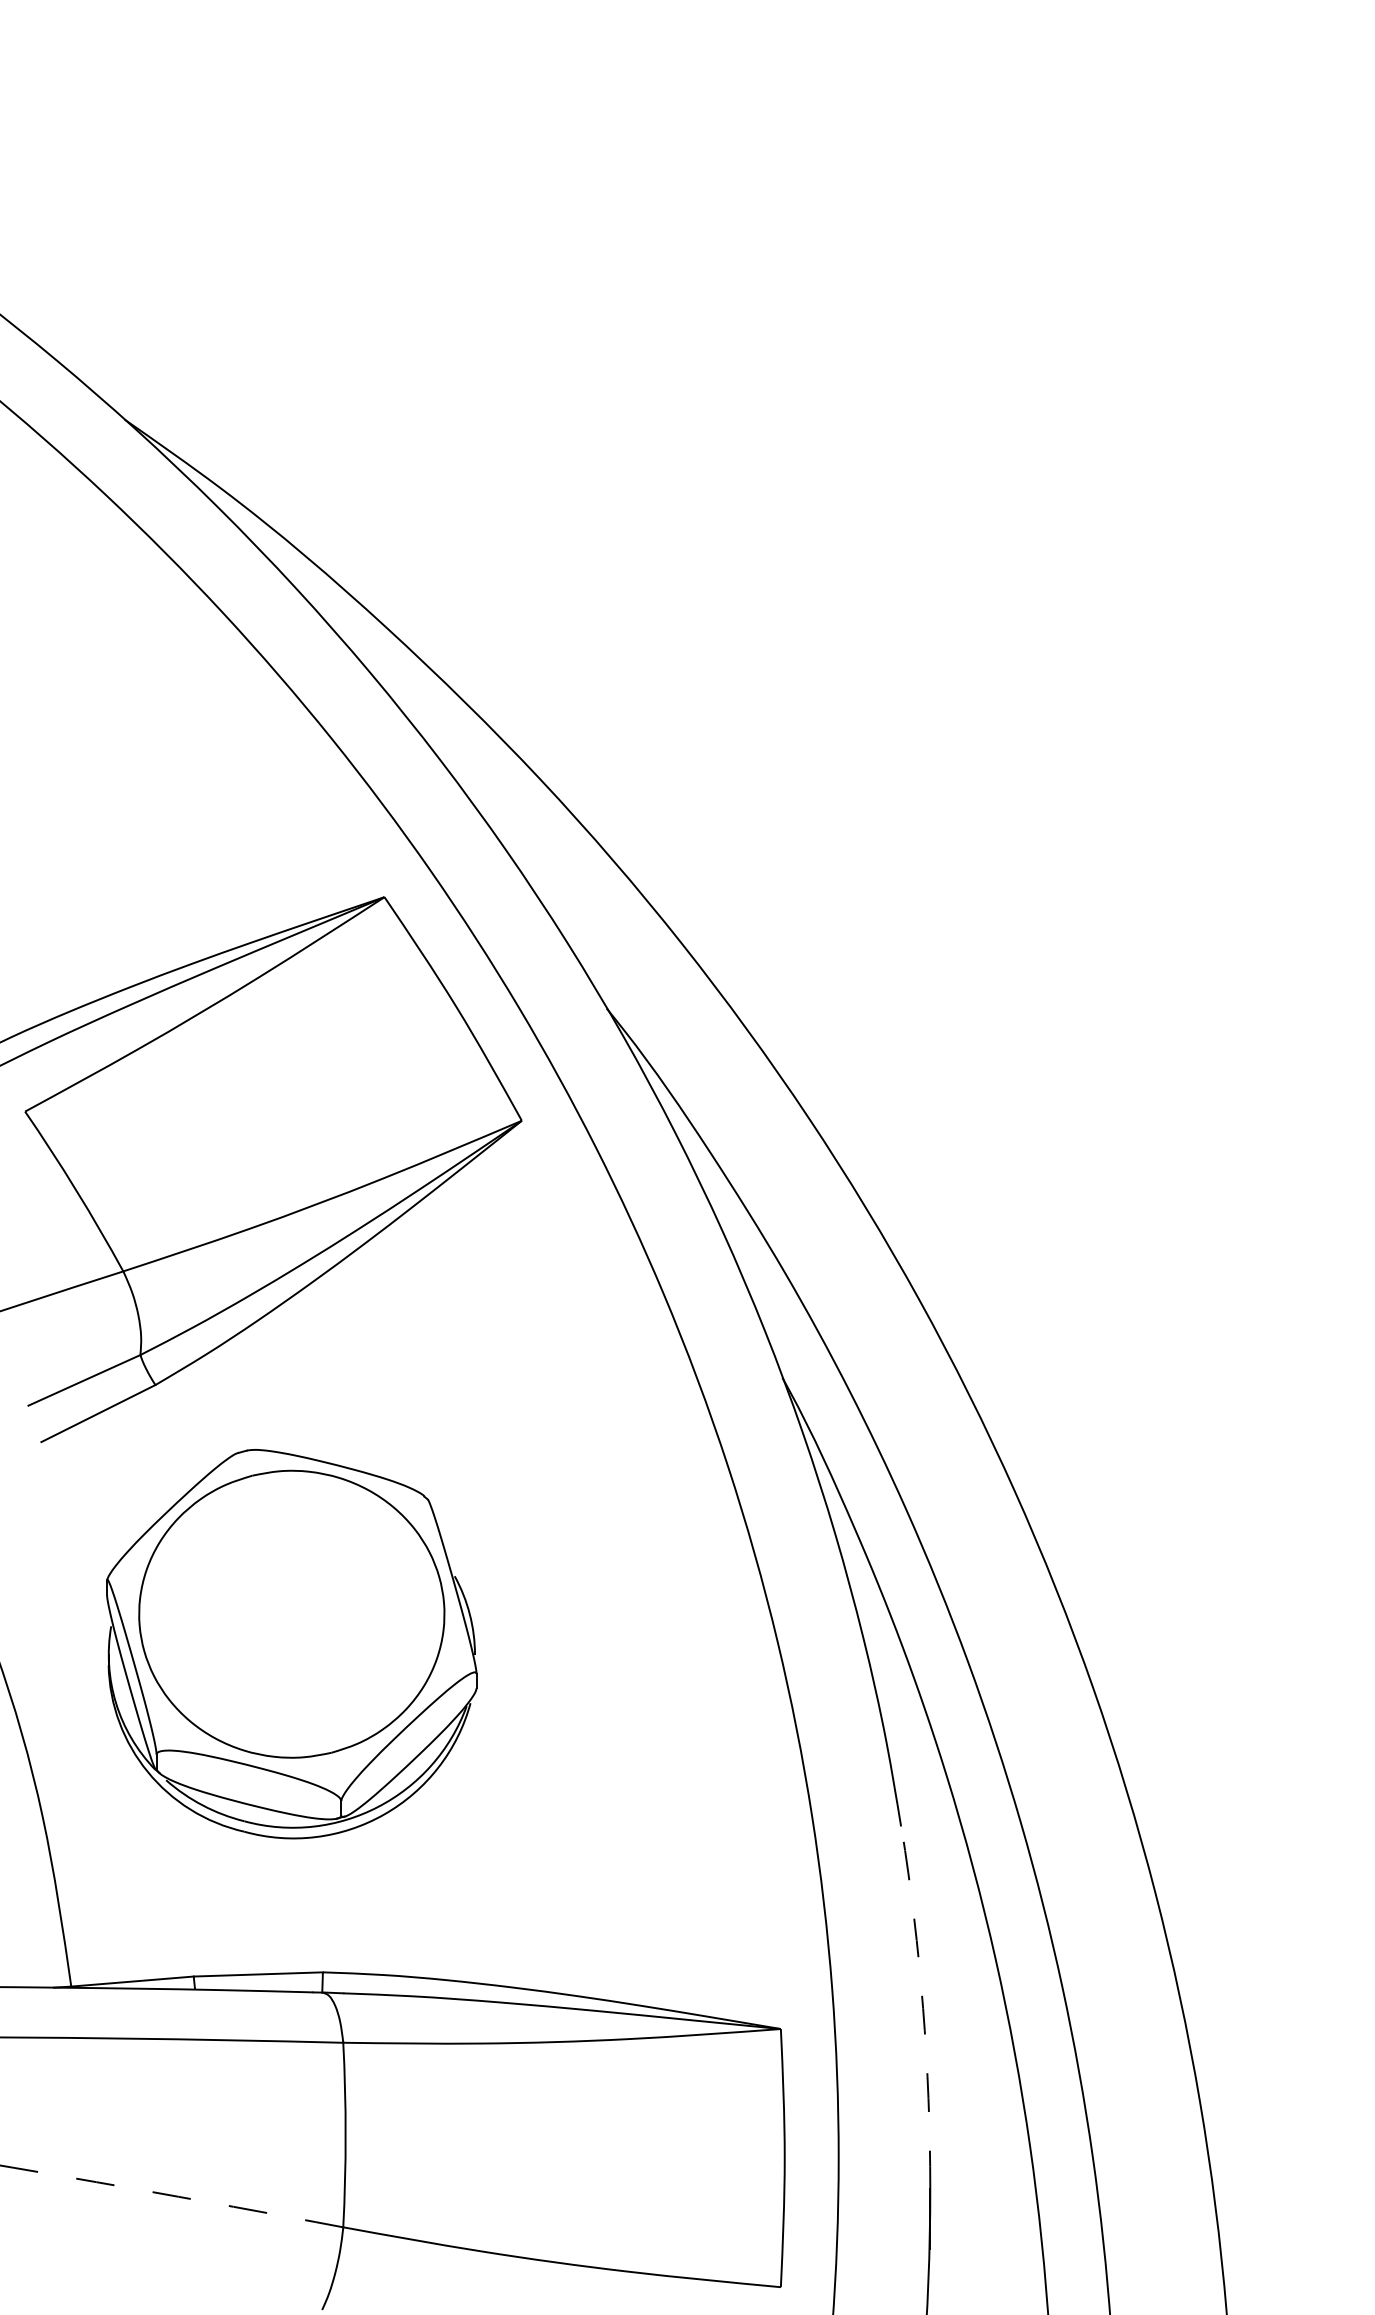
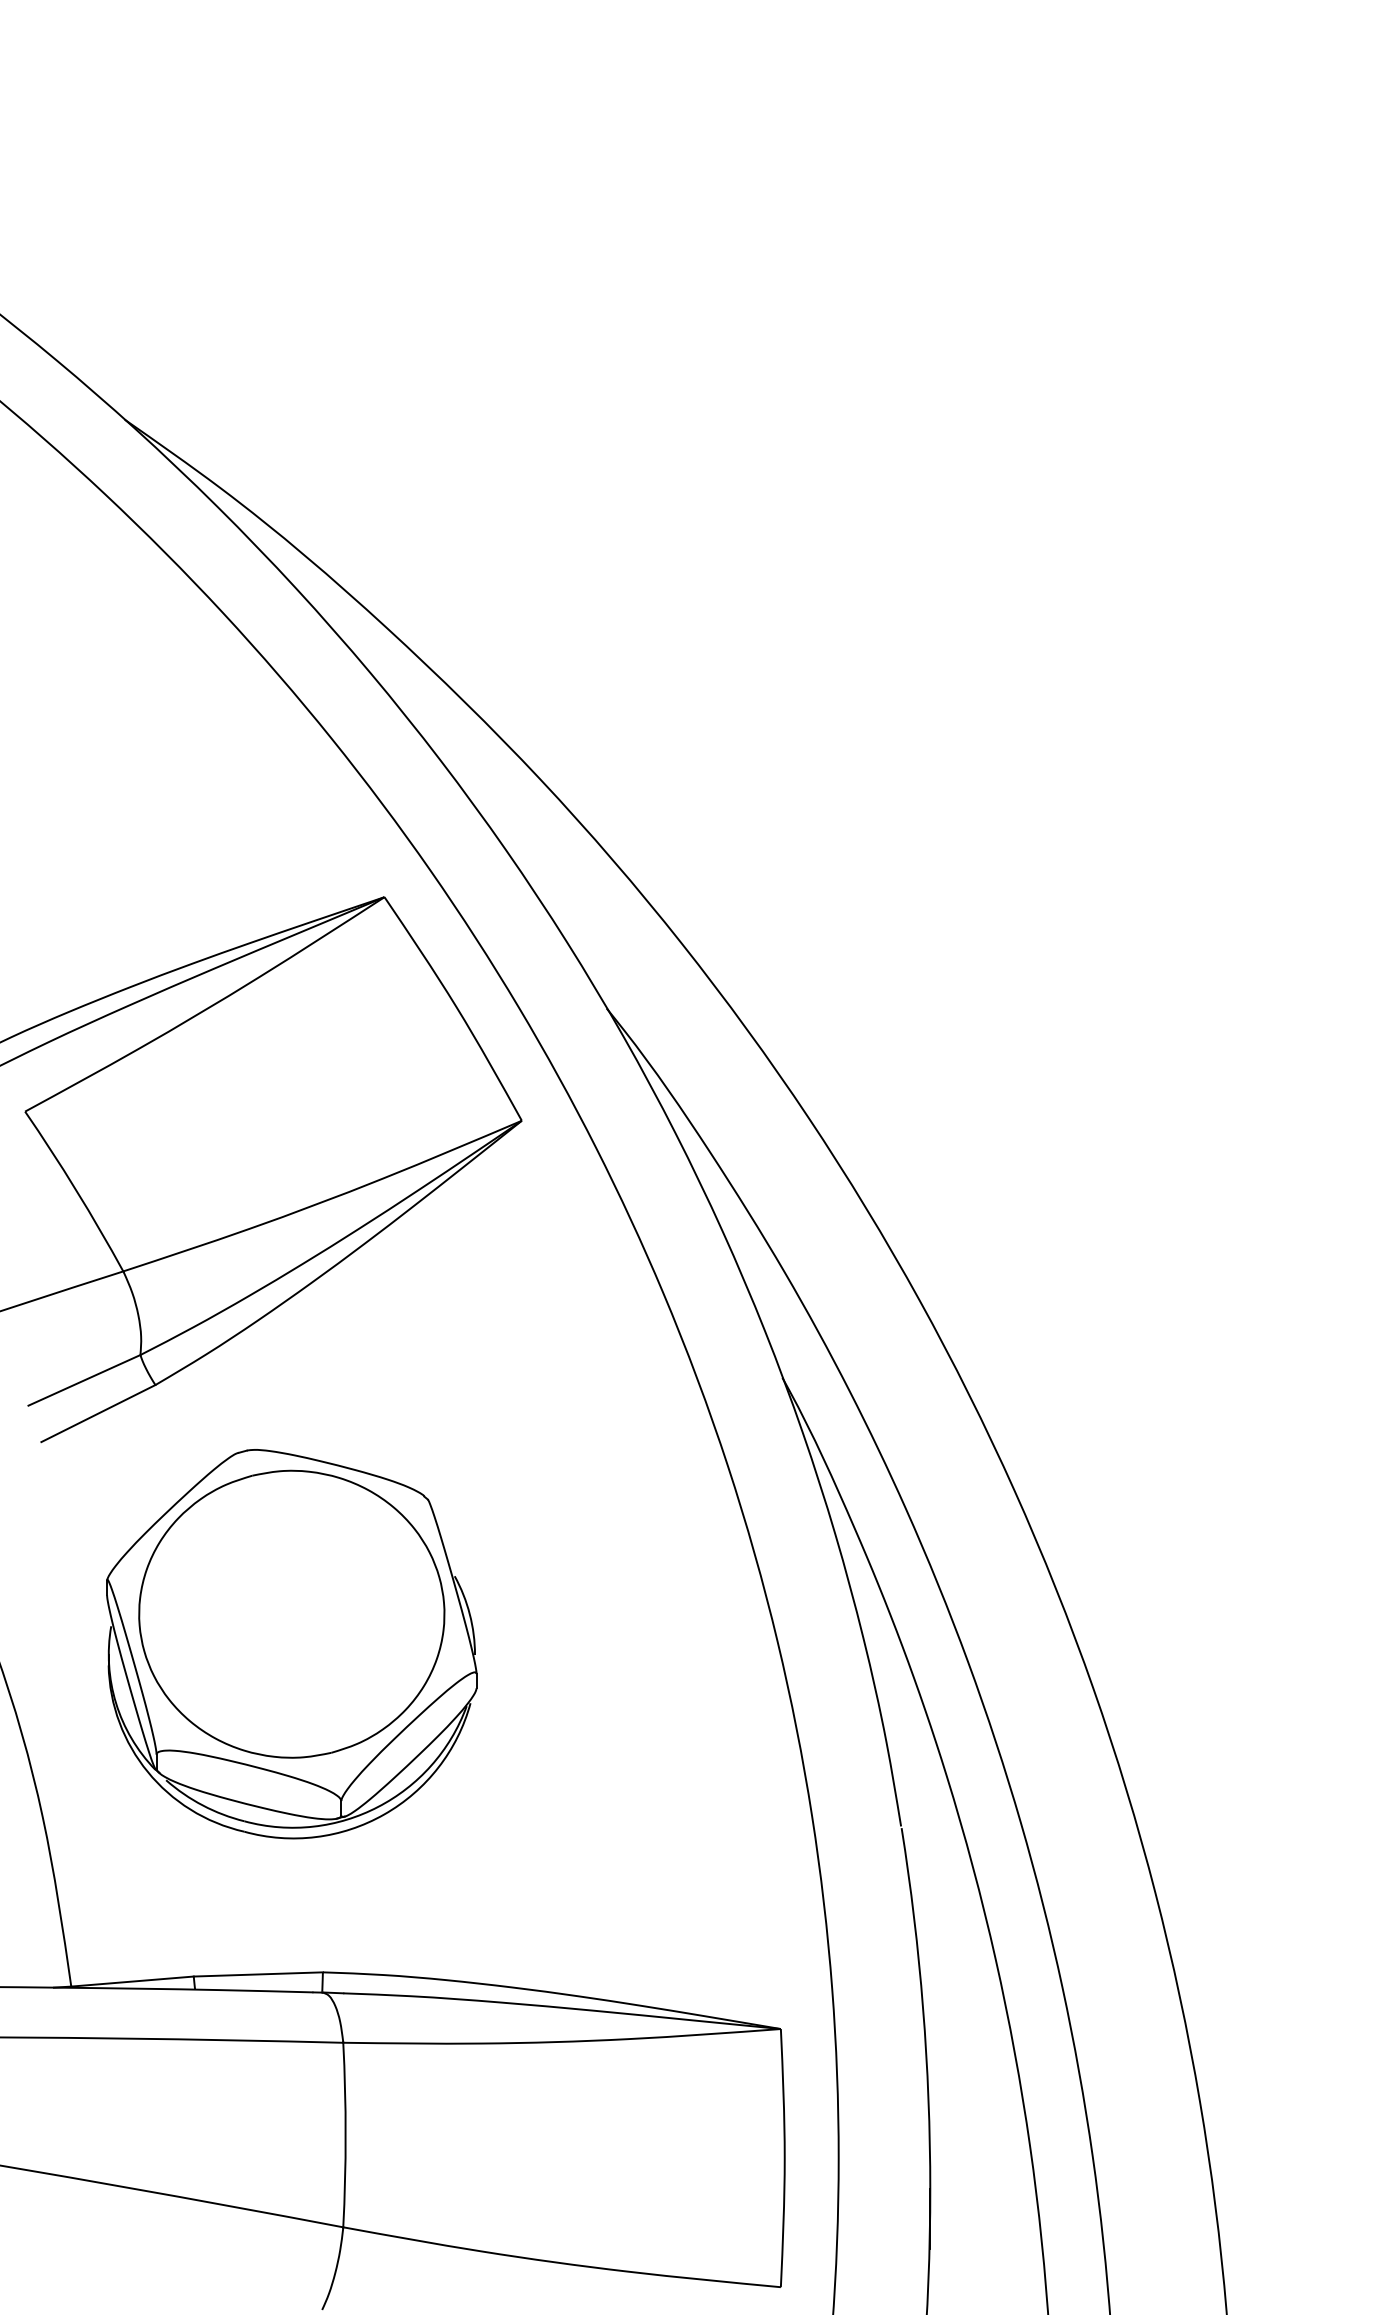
arc at (923, 2008): dashed -> solid
arc at (170, 2195): dashed -> solid
